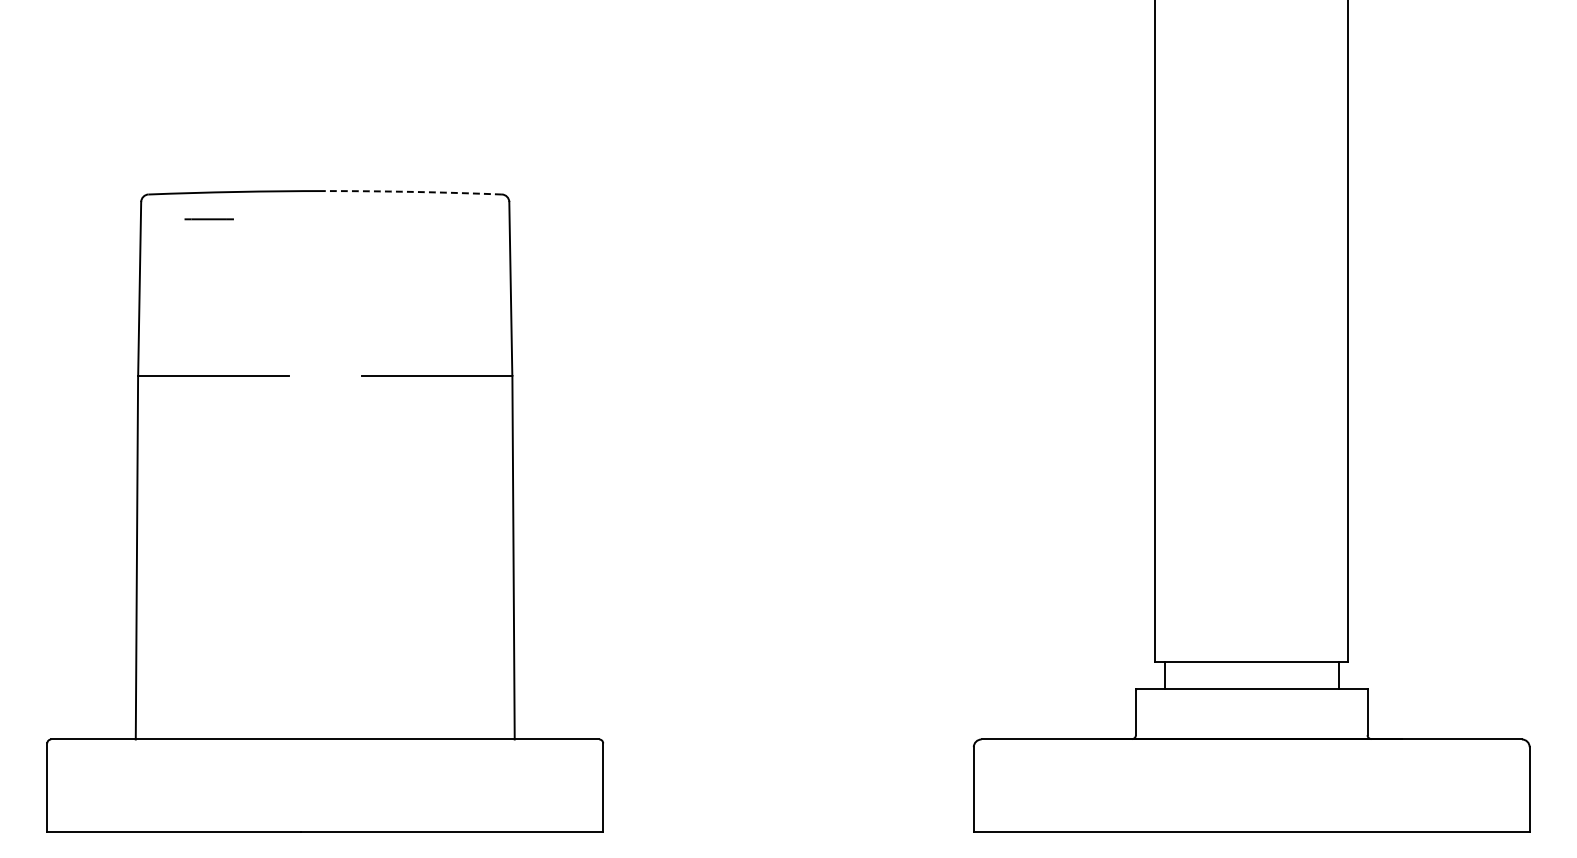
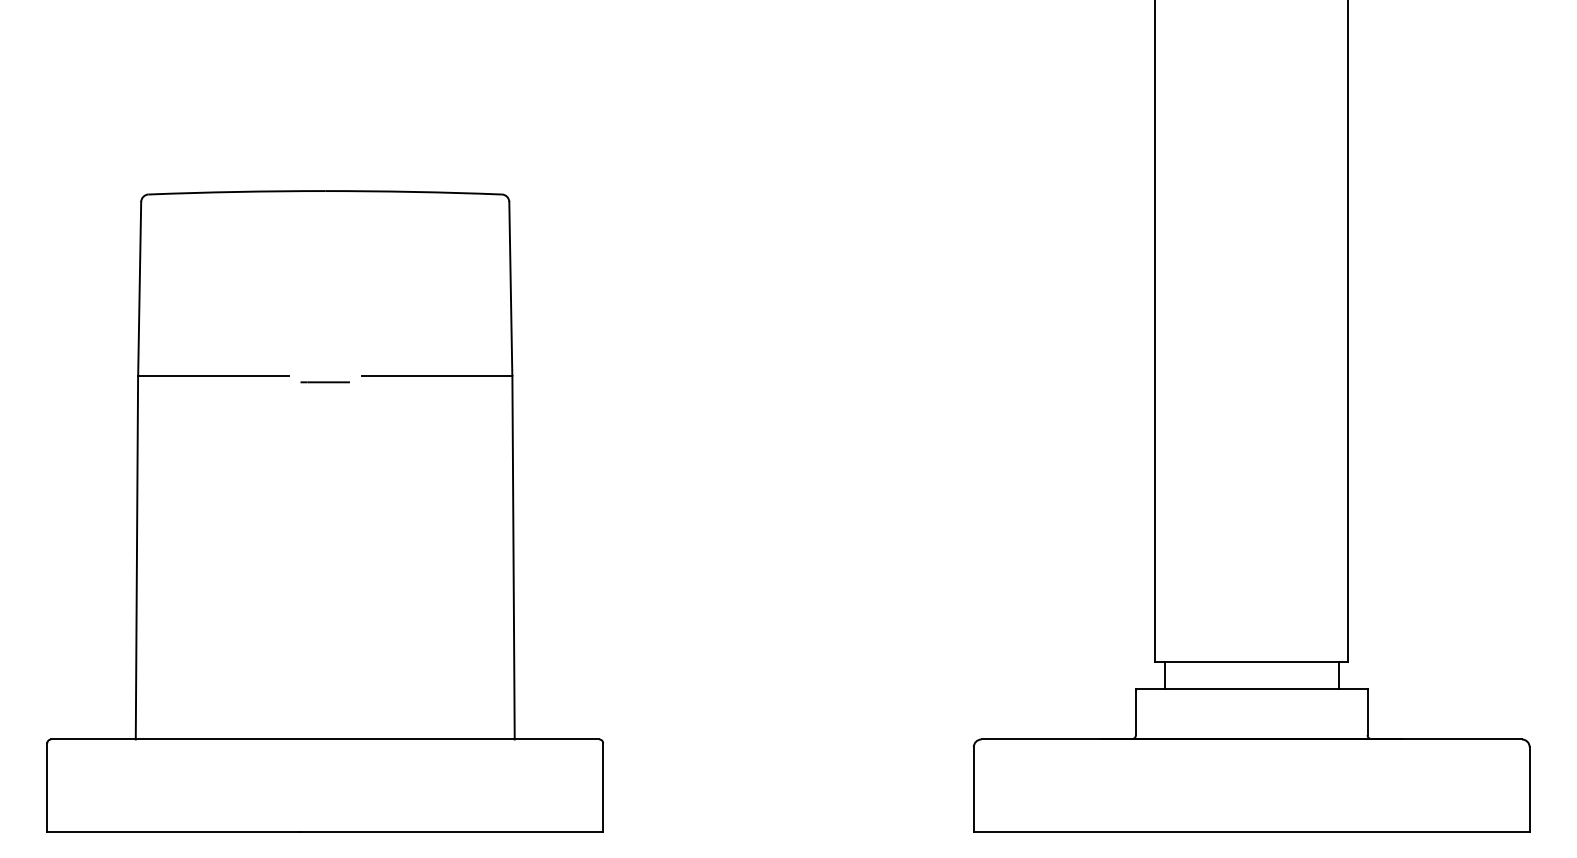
arc at (413, 191): dashed -> solid
line at (208, 219) position: (208, 219) -> (324, 382)
